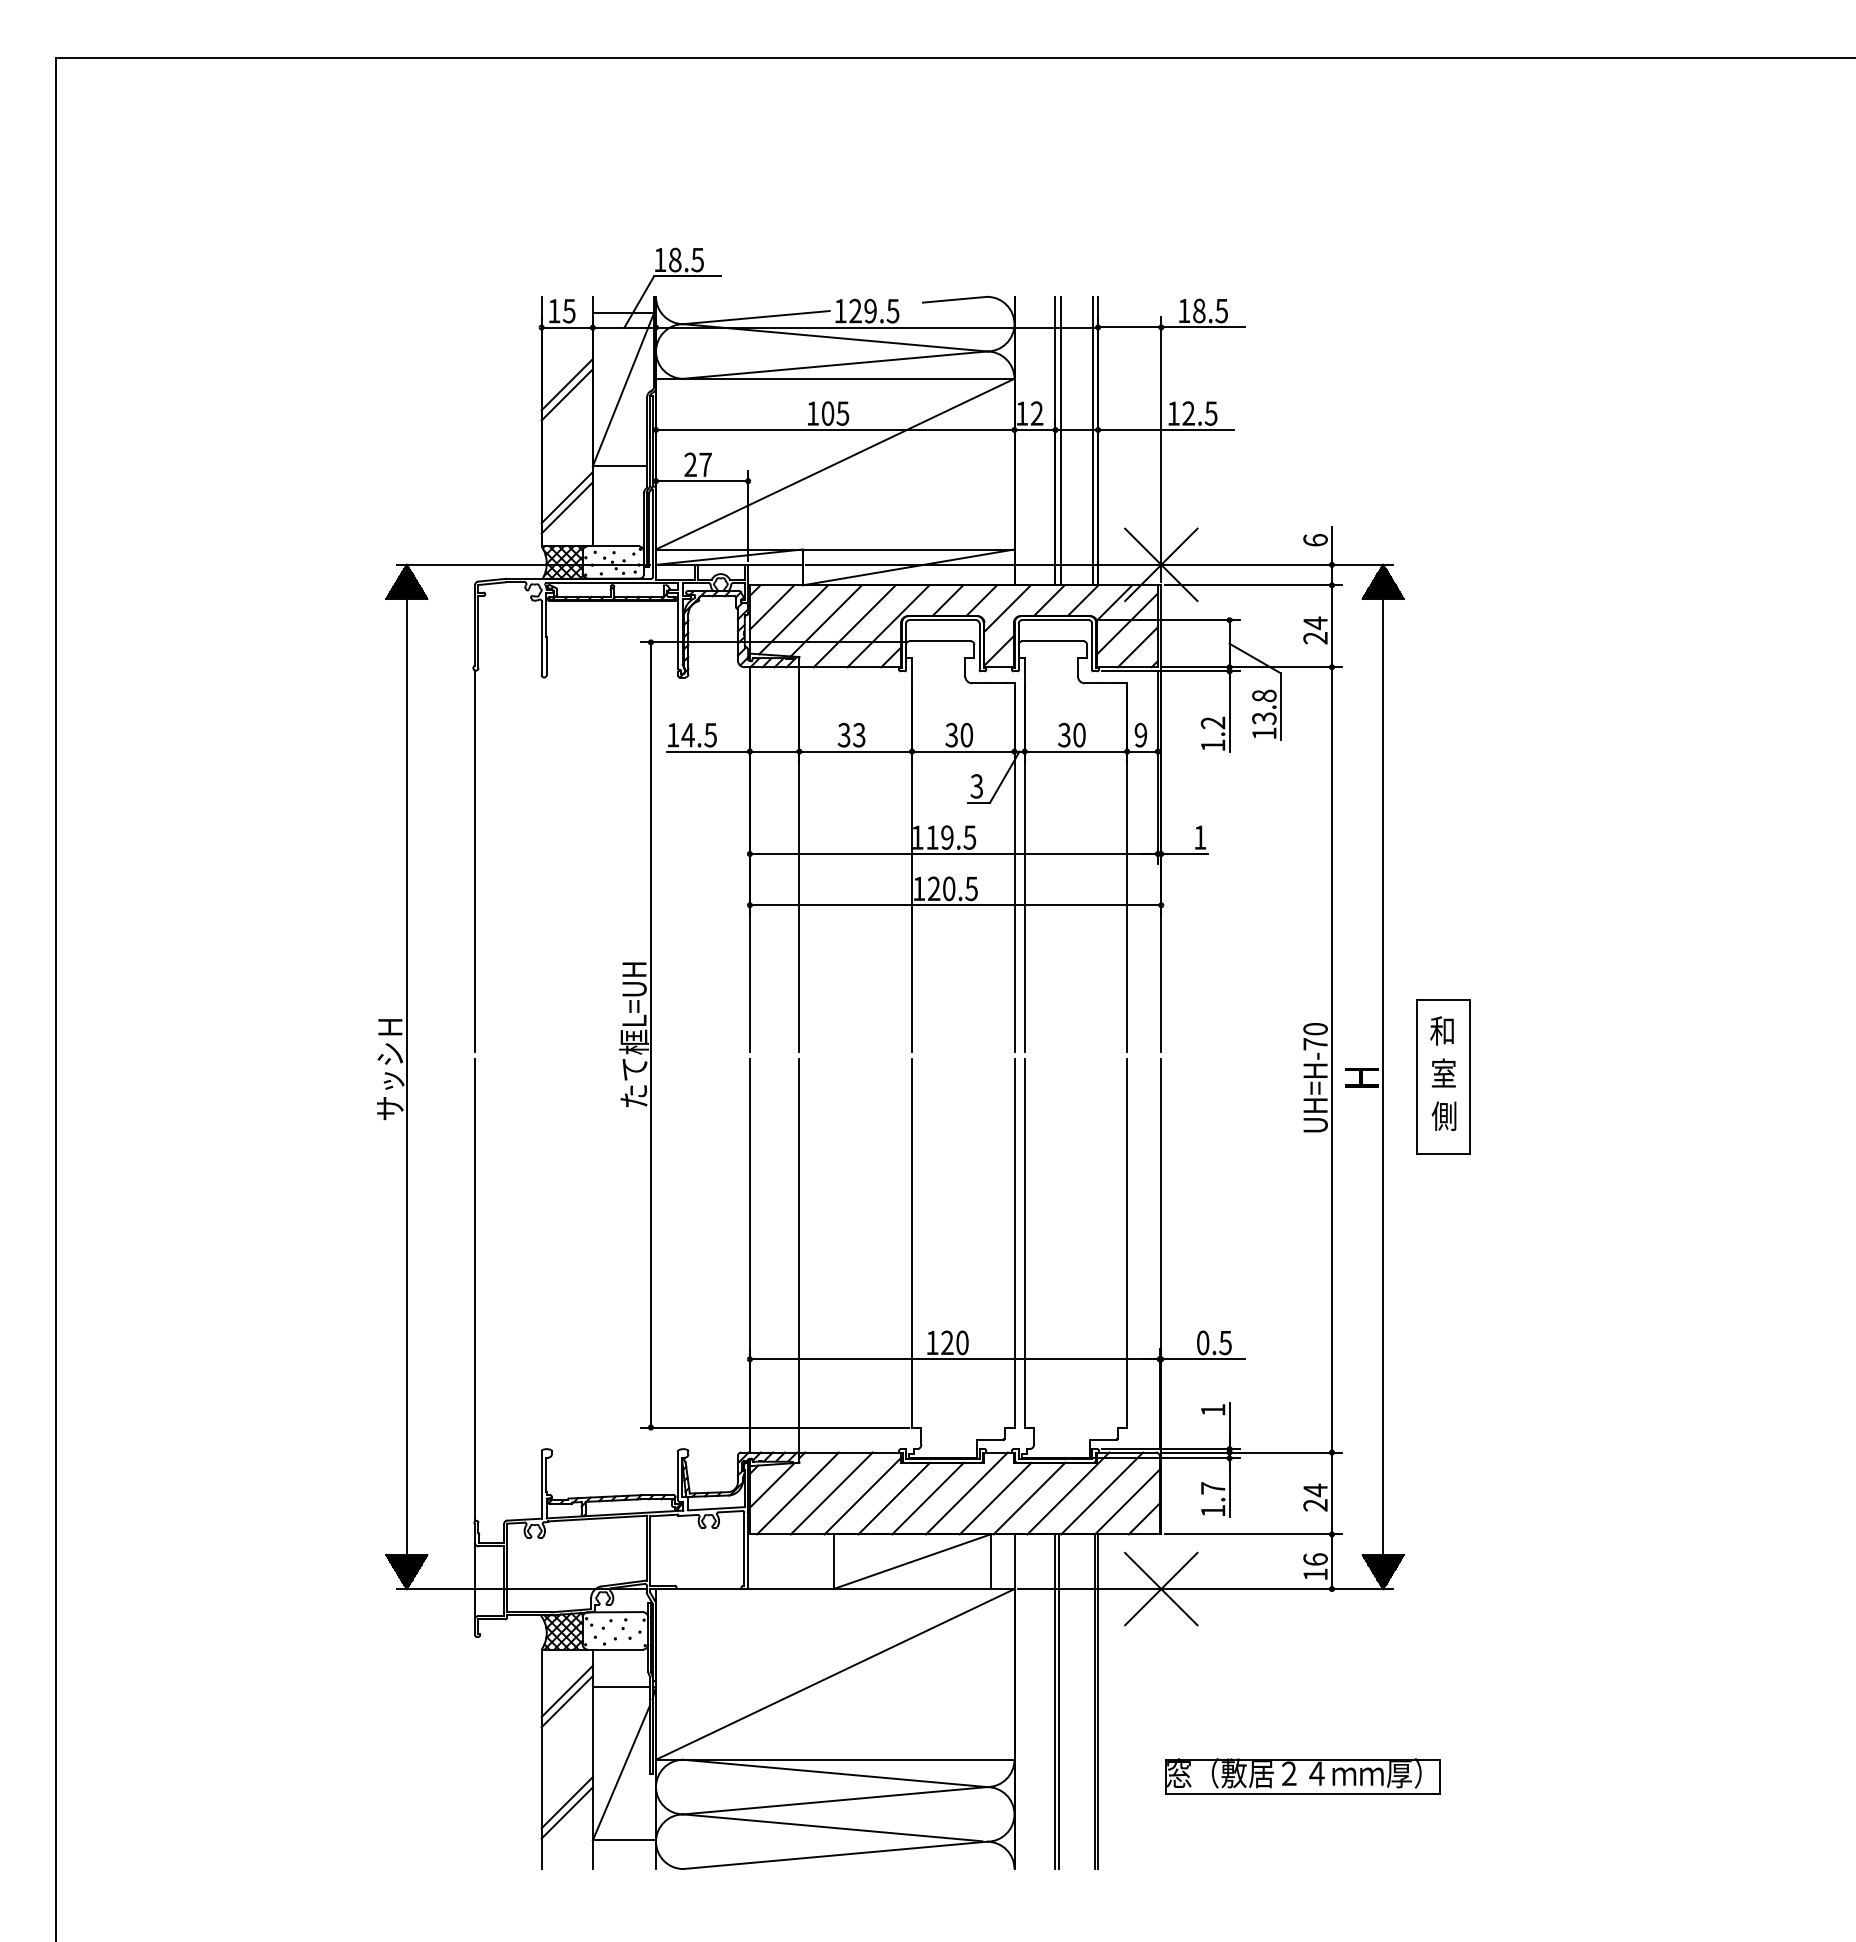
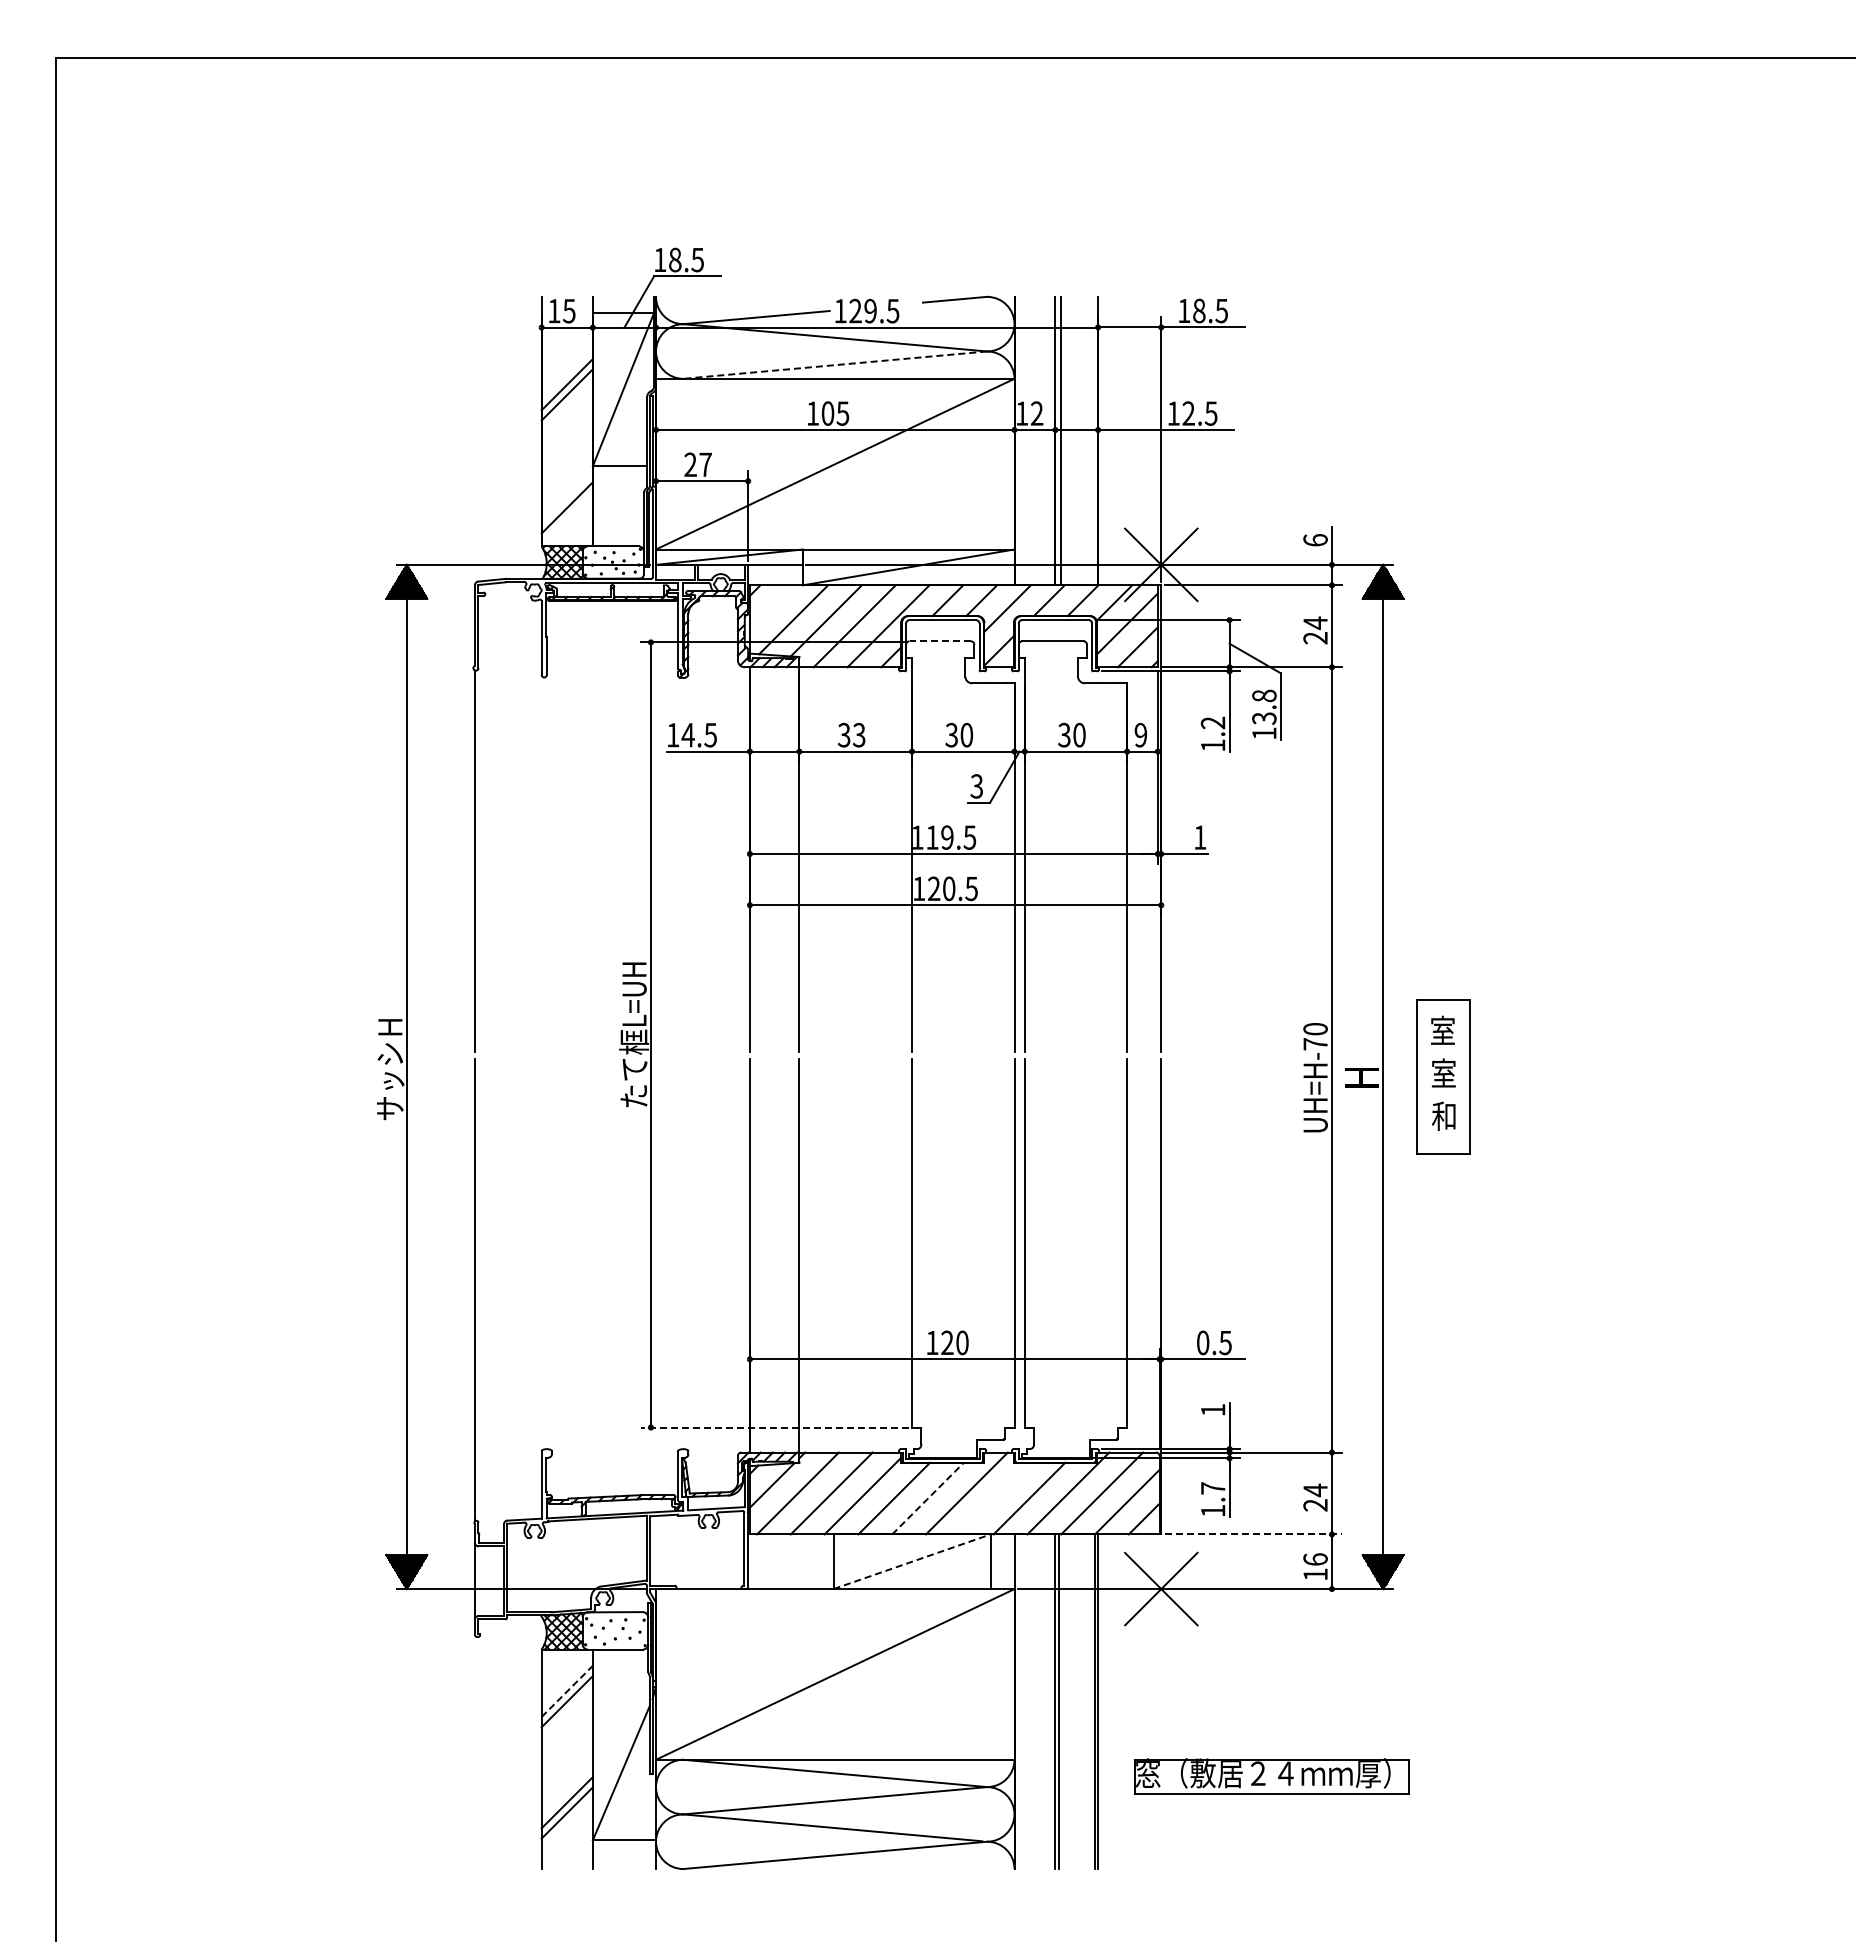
line at (835, 365): solid -> dashed
line at (1093, 440): present -> none
line at (566, 497): present -> none
line at (771, 607): present -> none
line at (940, 641): solid -> dashed
text at (1442, 1030): 和 -> 室
text at (1443, 1116): 側 -> 和
line at (774, 1427): solid -> dashed
line at (928, 1498): solid -> dashed
line at (995, 1498): present -> none
line at (1253, 1534): solid -> dashed
line at (912, 1561): solid -> dashed
line at (621, 1686): present -> none
line at (567, 1691): solid -> dashed
part at (1302, 1776) position: (1302, 1776) -> (1271, 1776)
